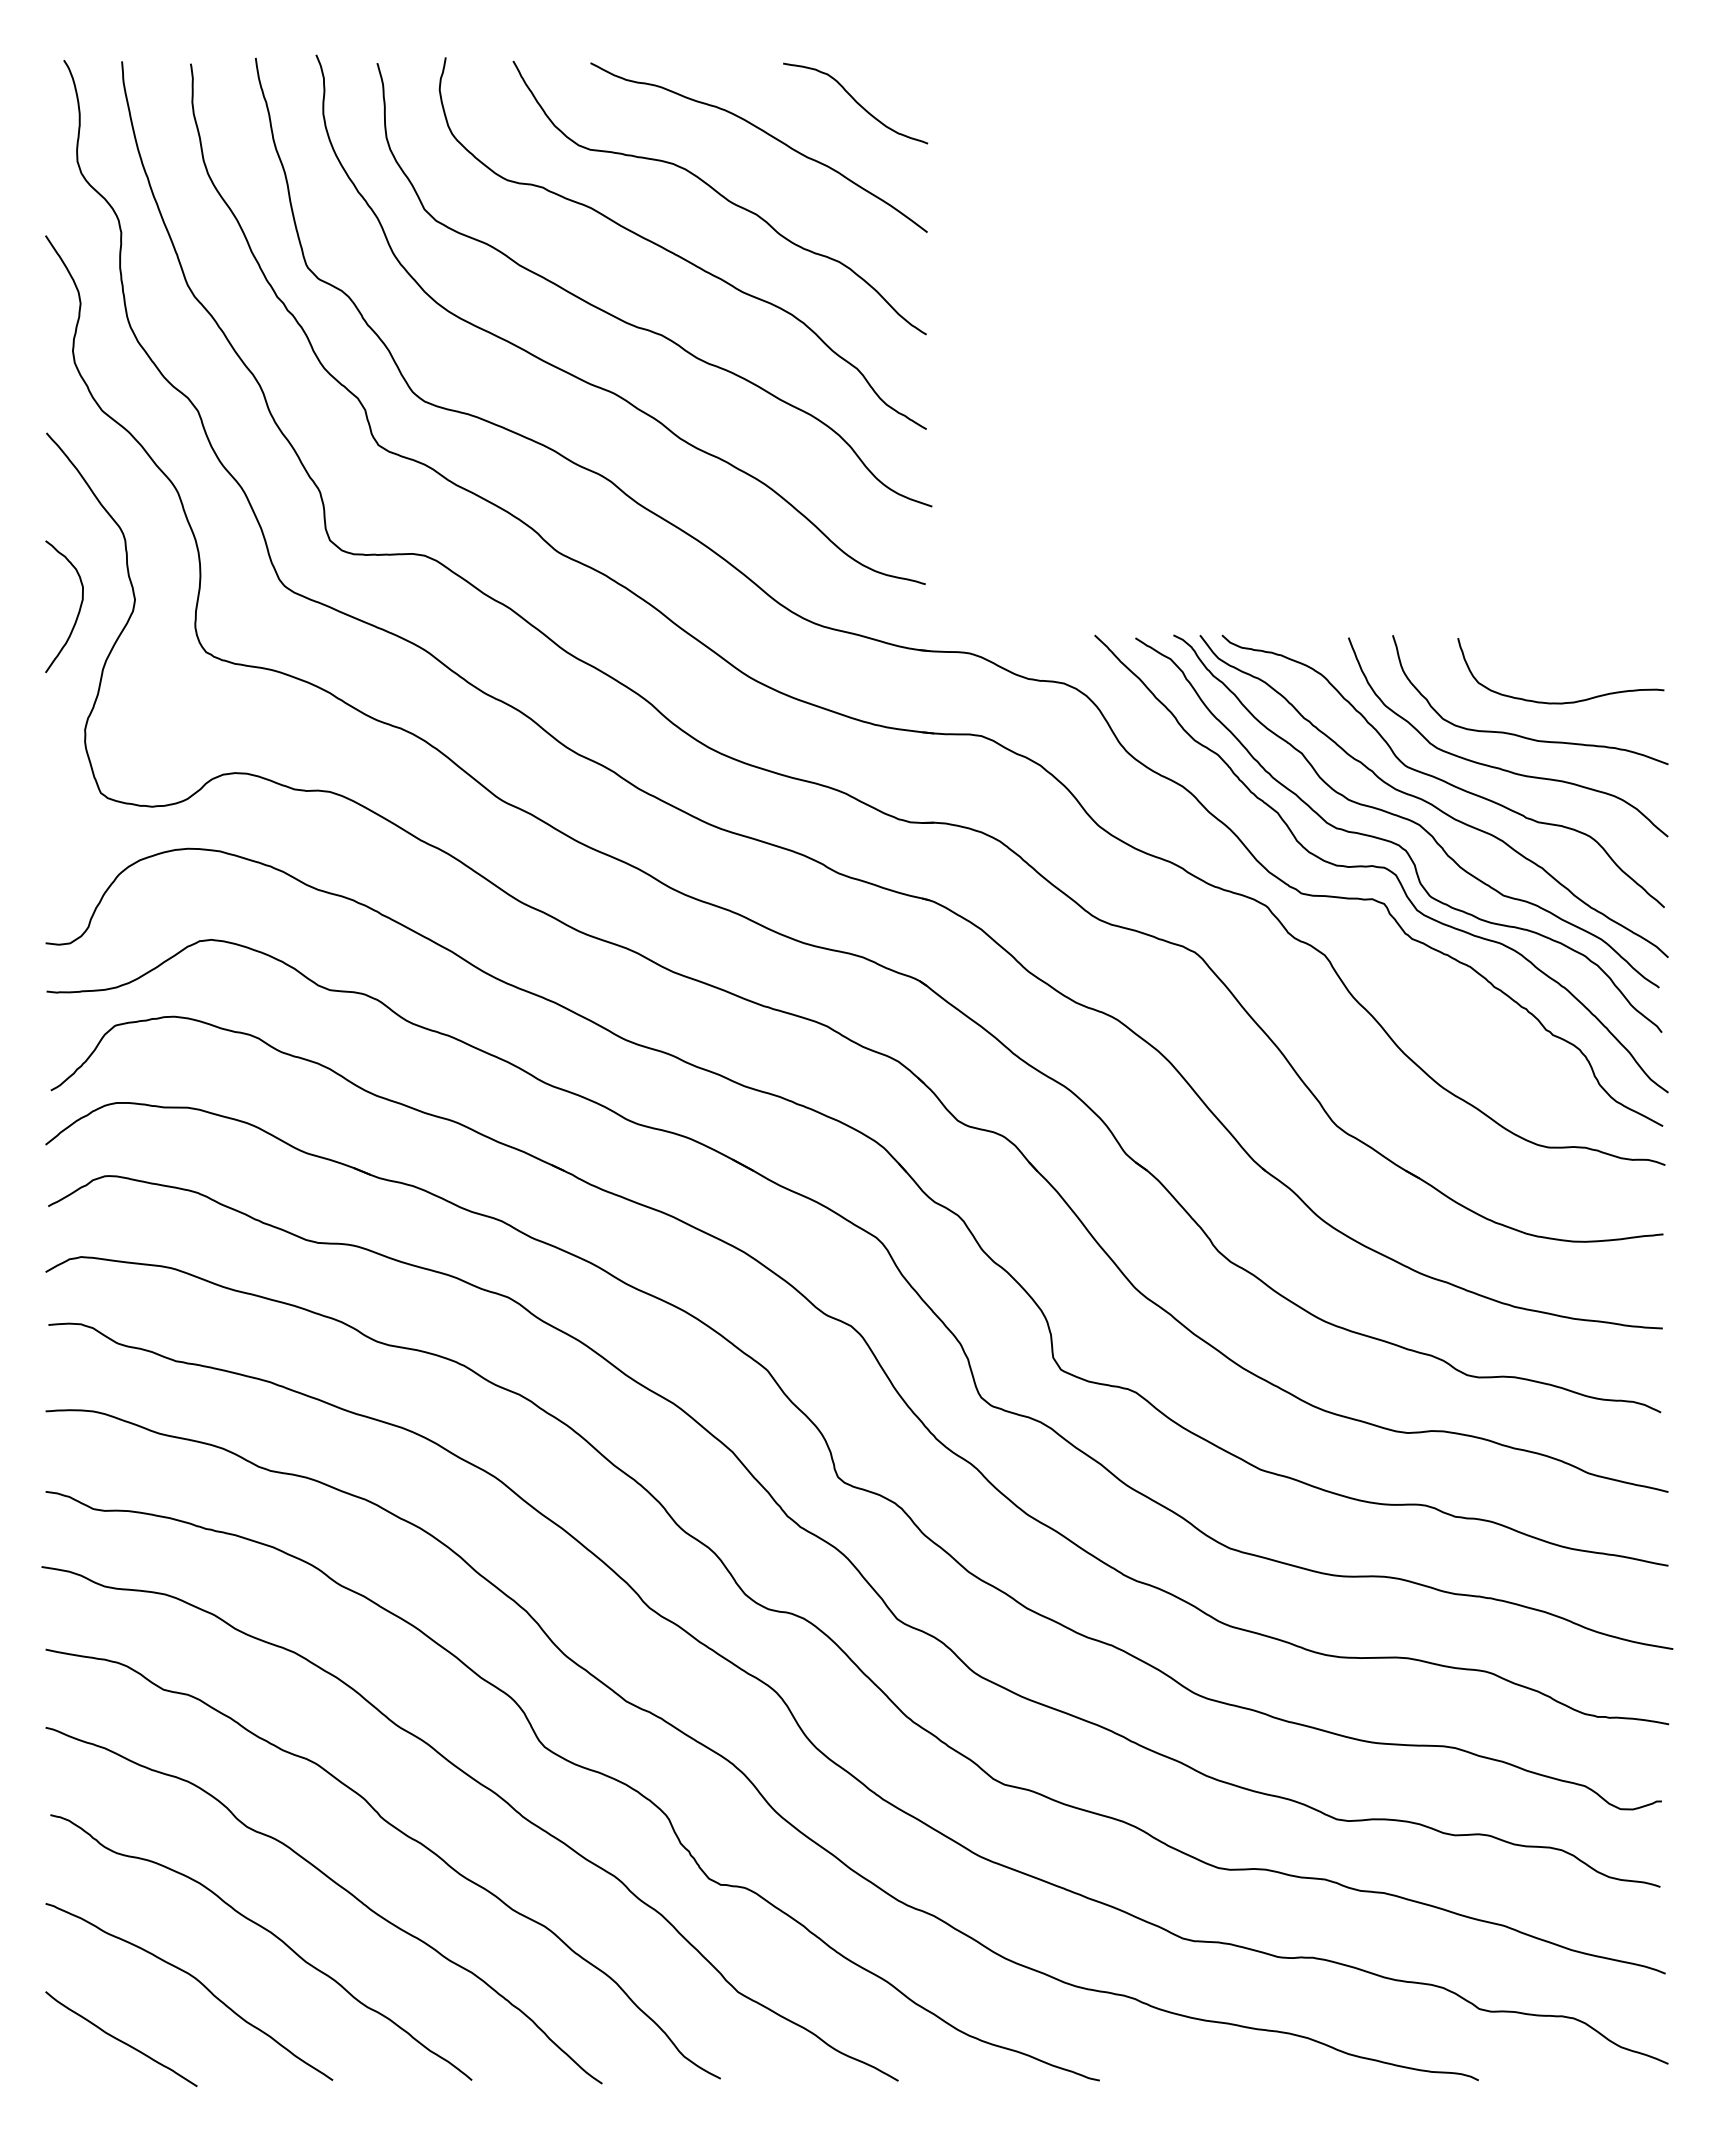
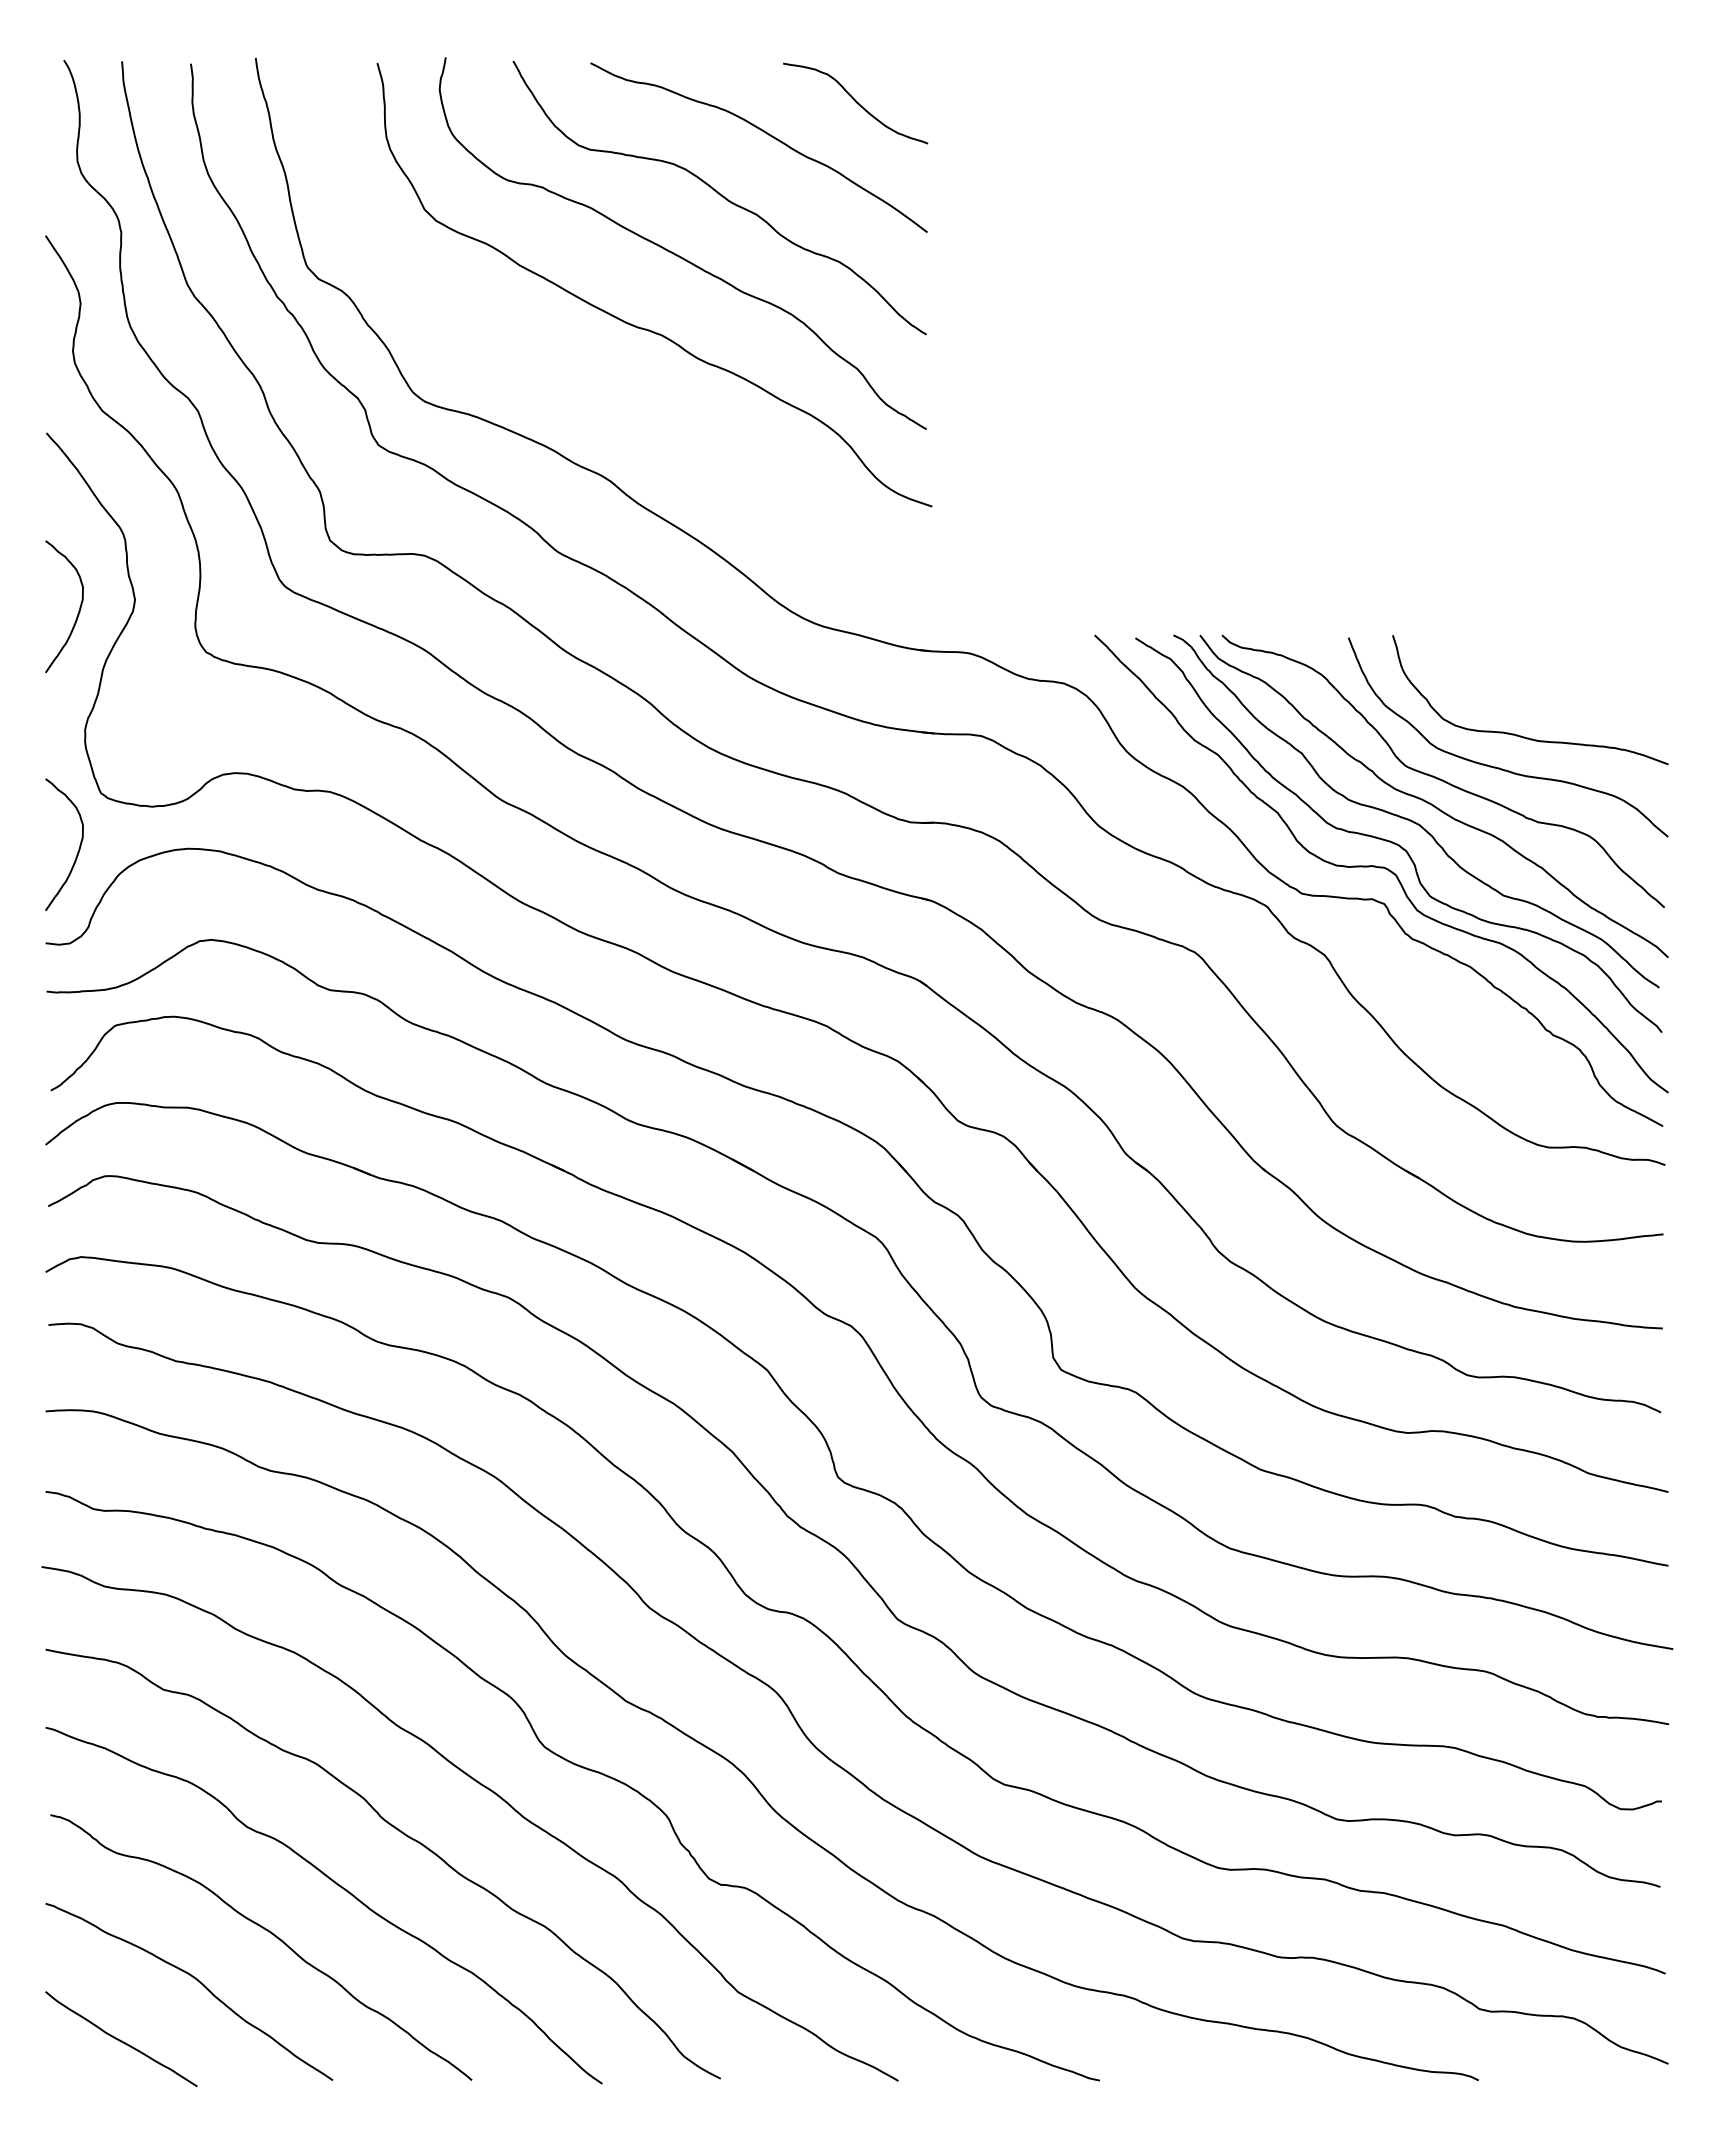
curve at (594, 384): present -> none
curve at (1560, 702): present -> none
curve at (78, 848): none -> present
